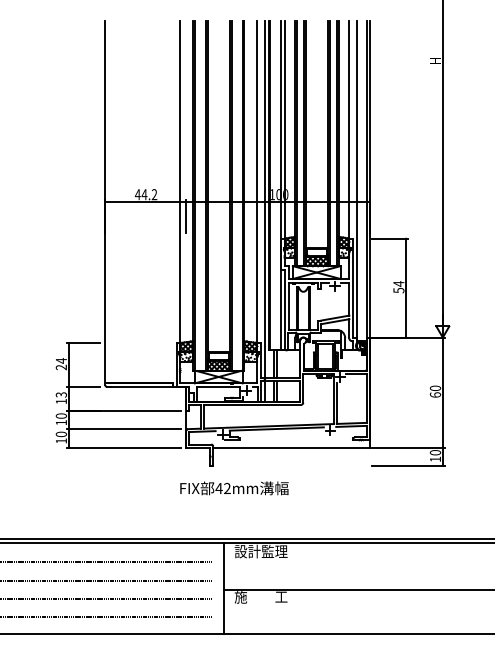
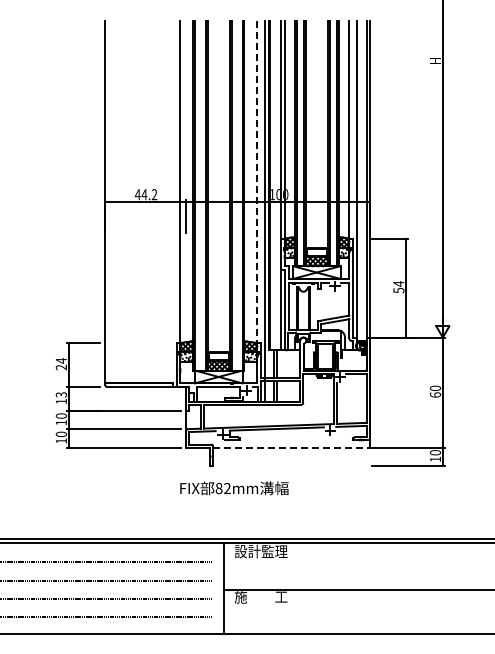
line at (257, 182): solid -> dashed
line at (291, 447): solid -> dashed
text at (218, 488): 42mm -> 82mm
